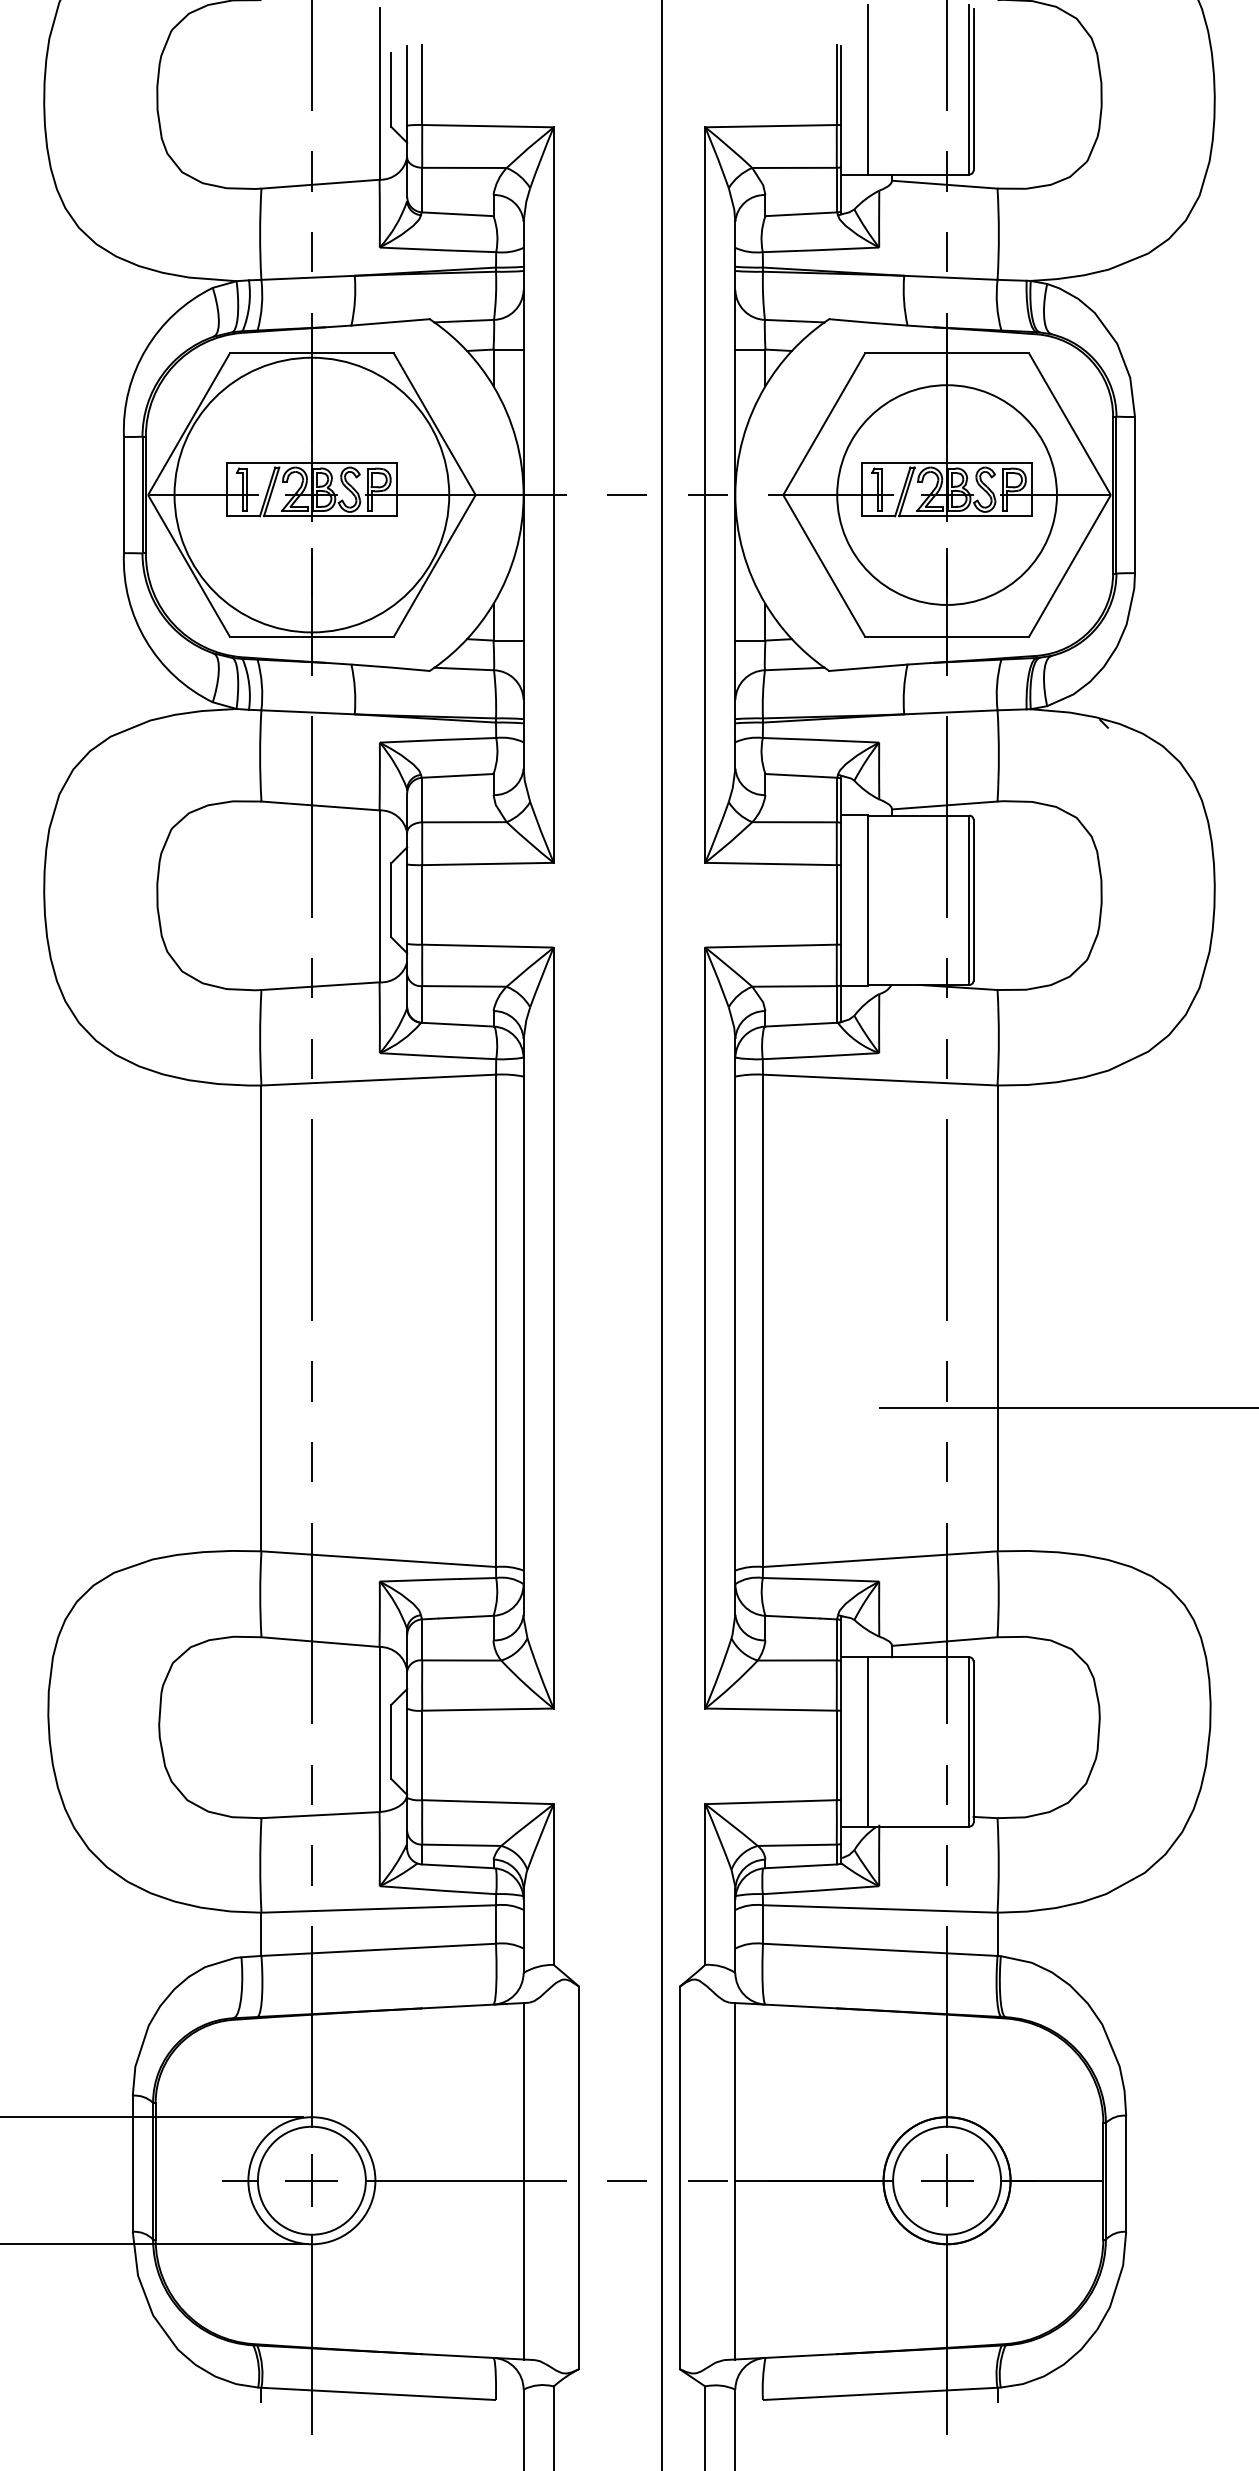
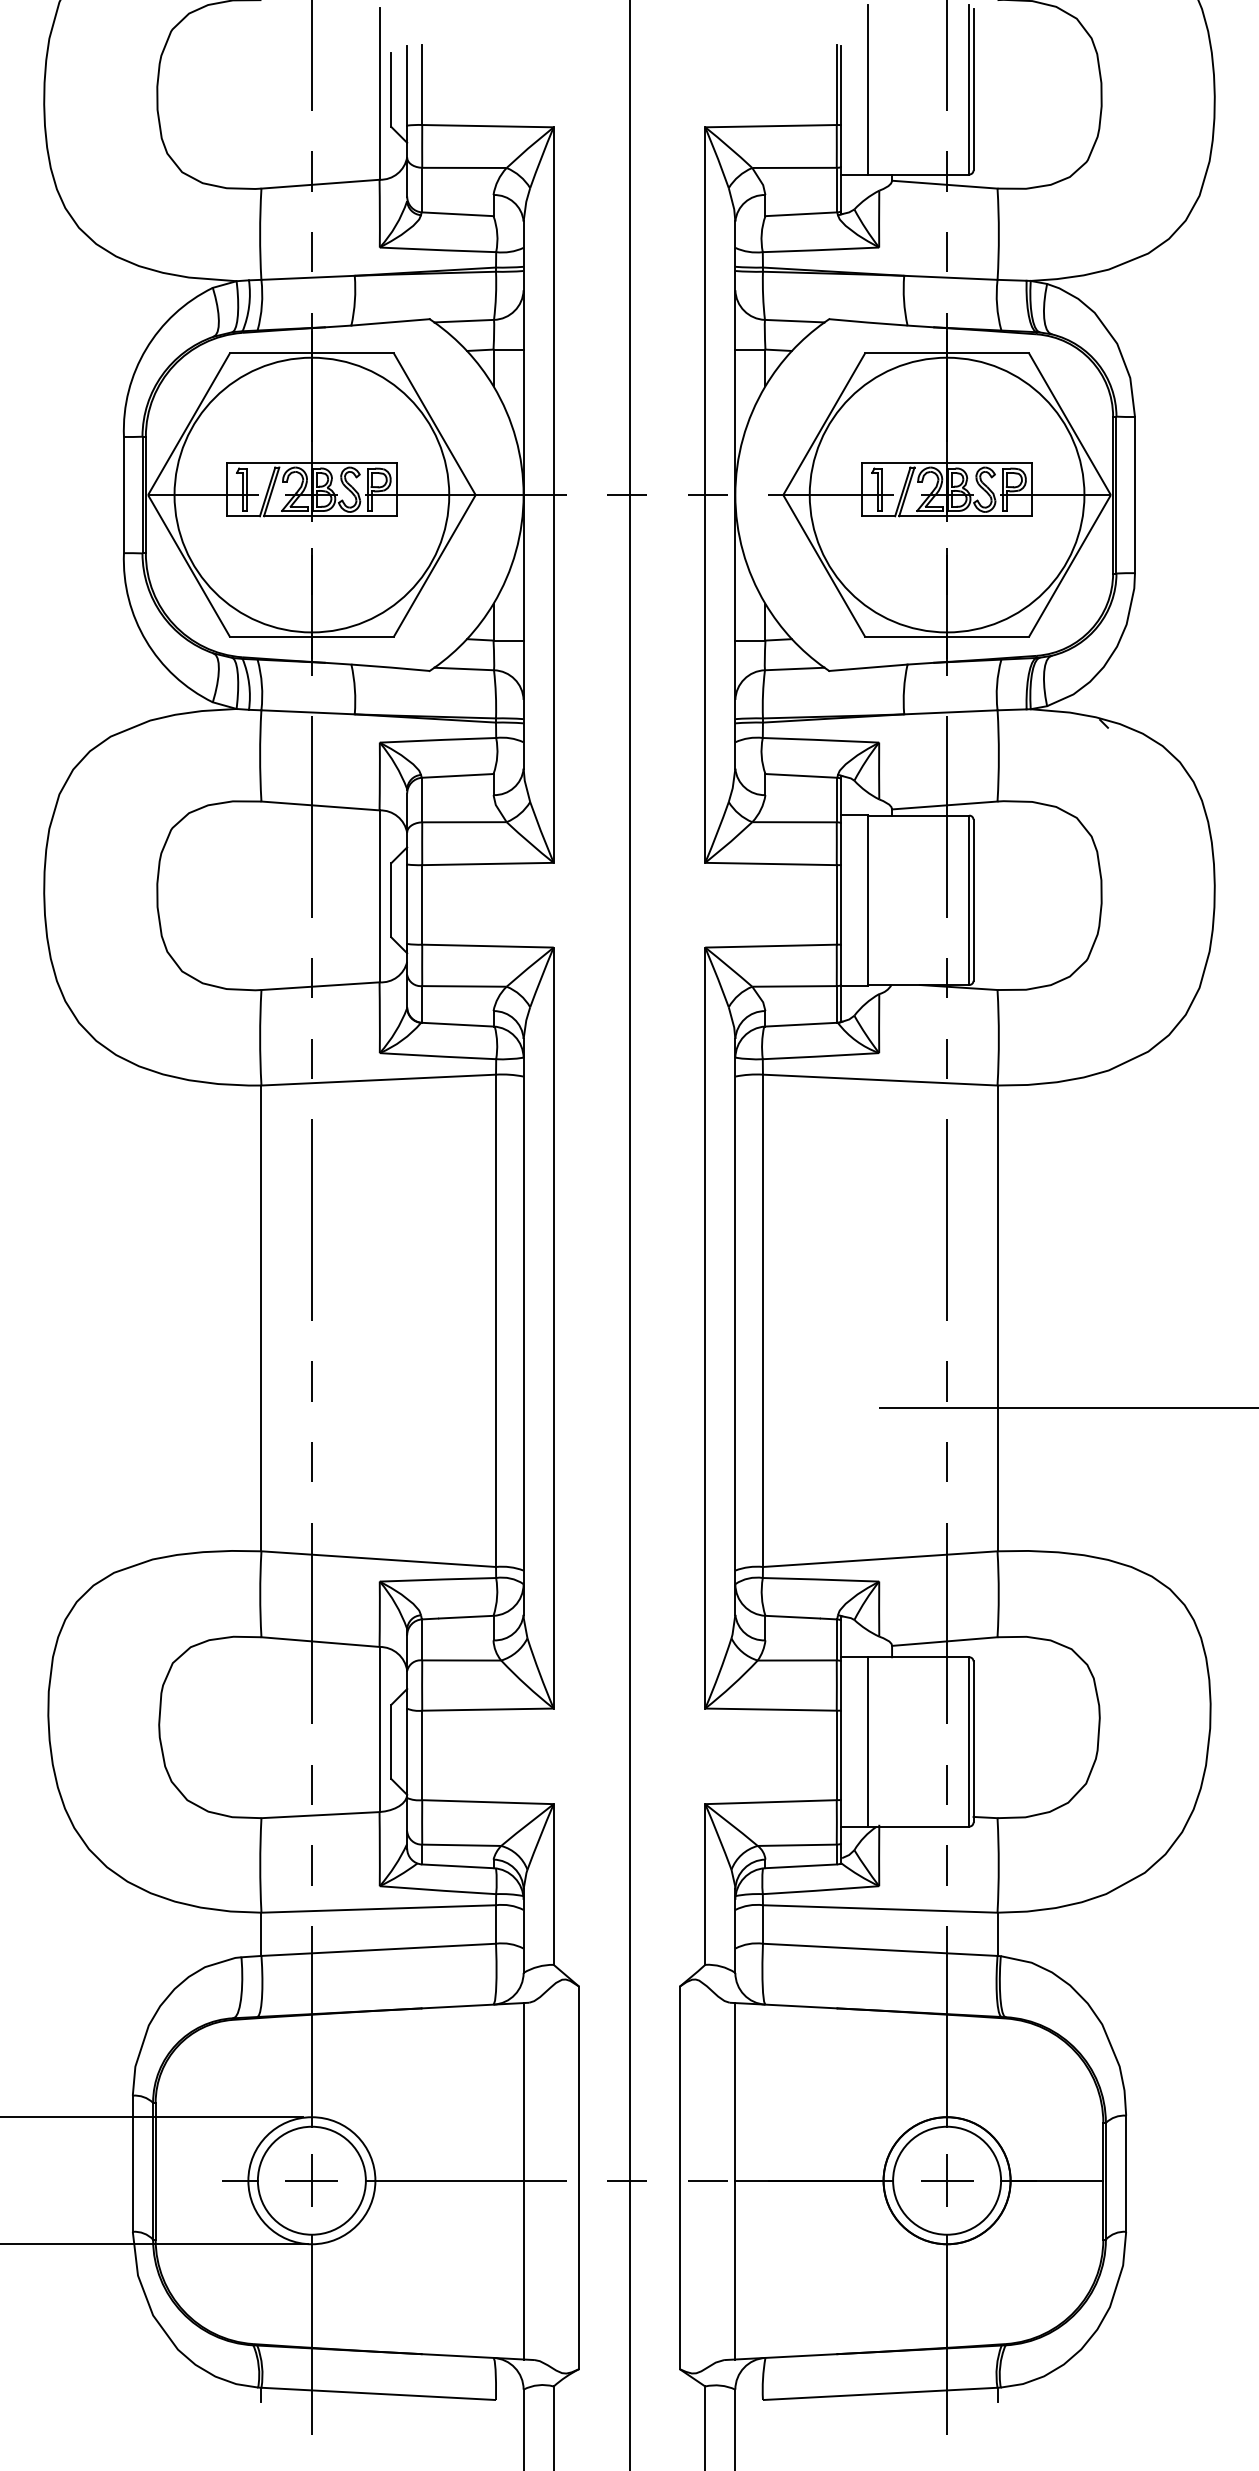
circle at (946, 494) diameter: 220 px -> 275 px
line at (661, 1234) position: (661, 1234) -> (629, 1234)
